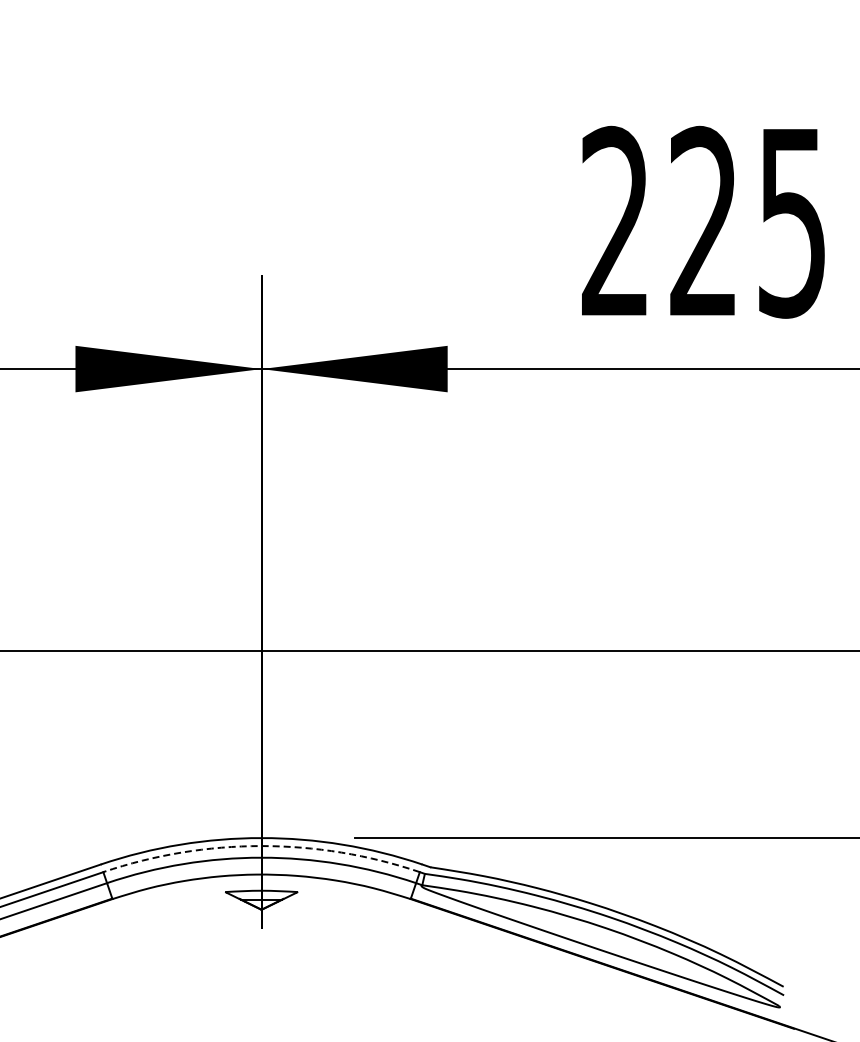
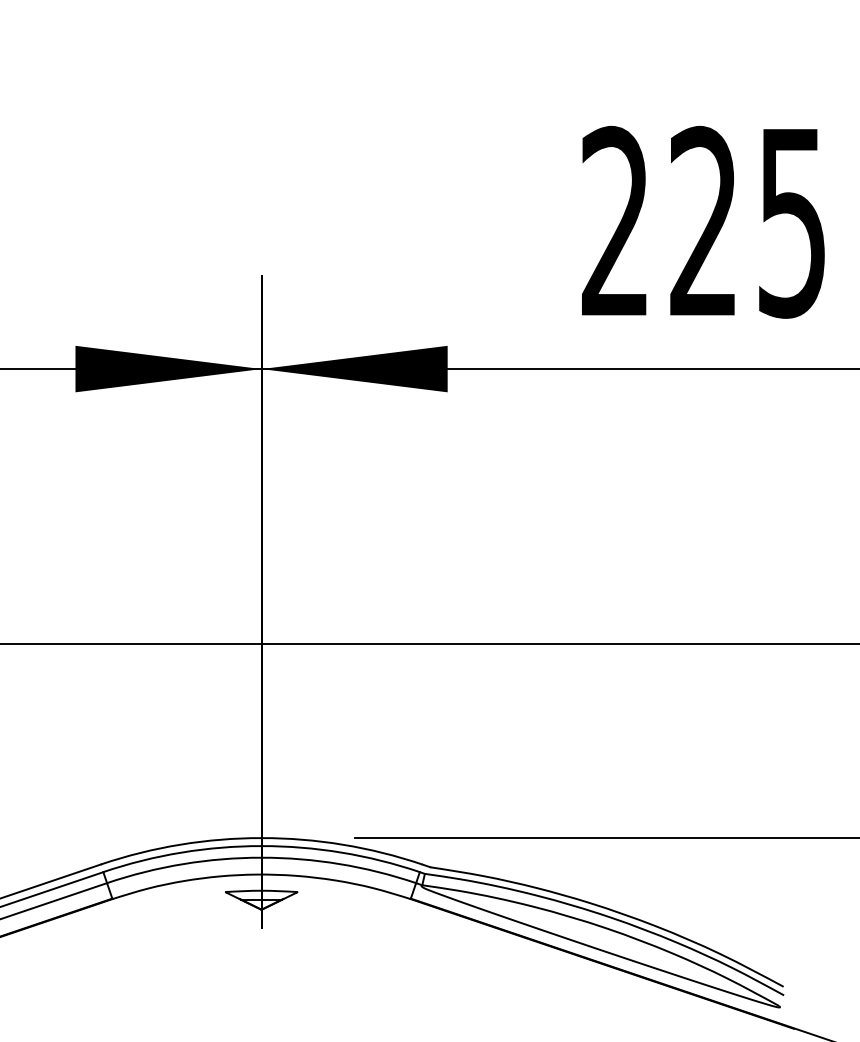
line at (429, 651) position: (429, 651) -> (429, 644)
arc at (261, 846): dashed -> solid
